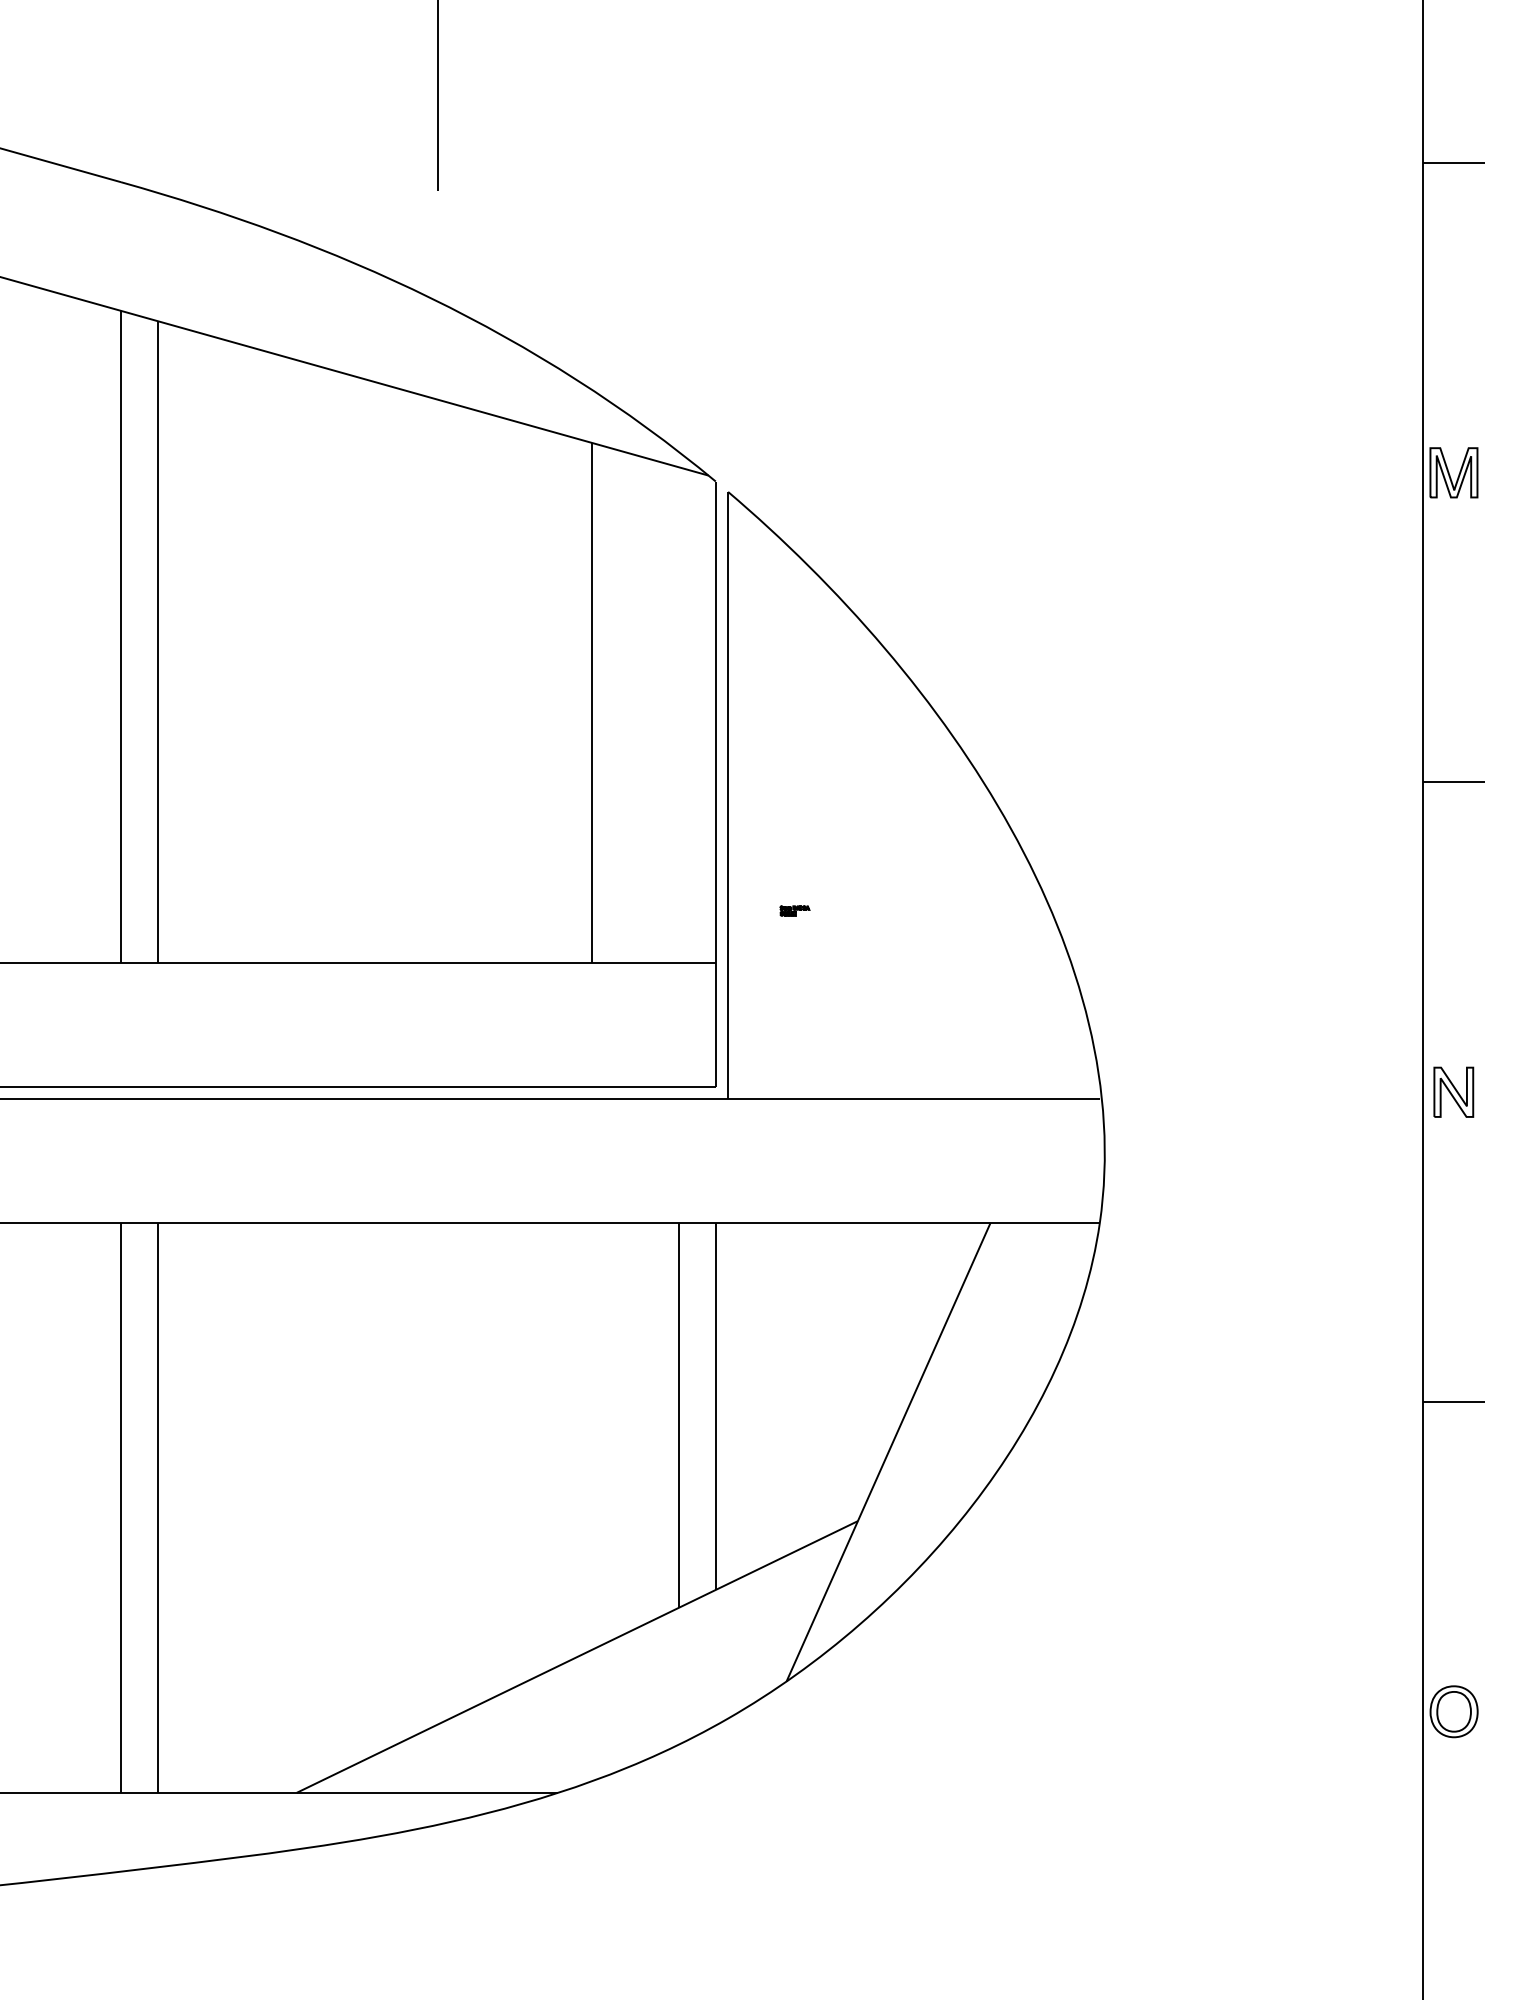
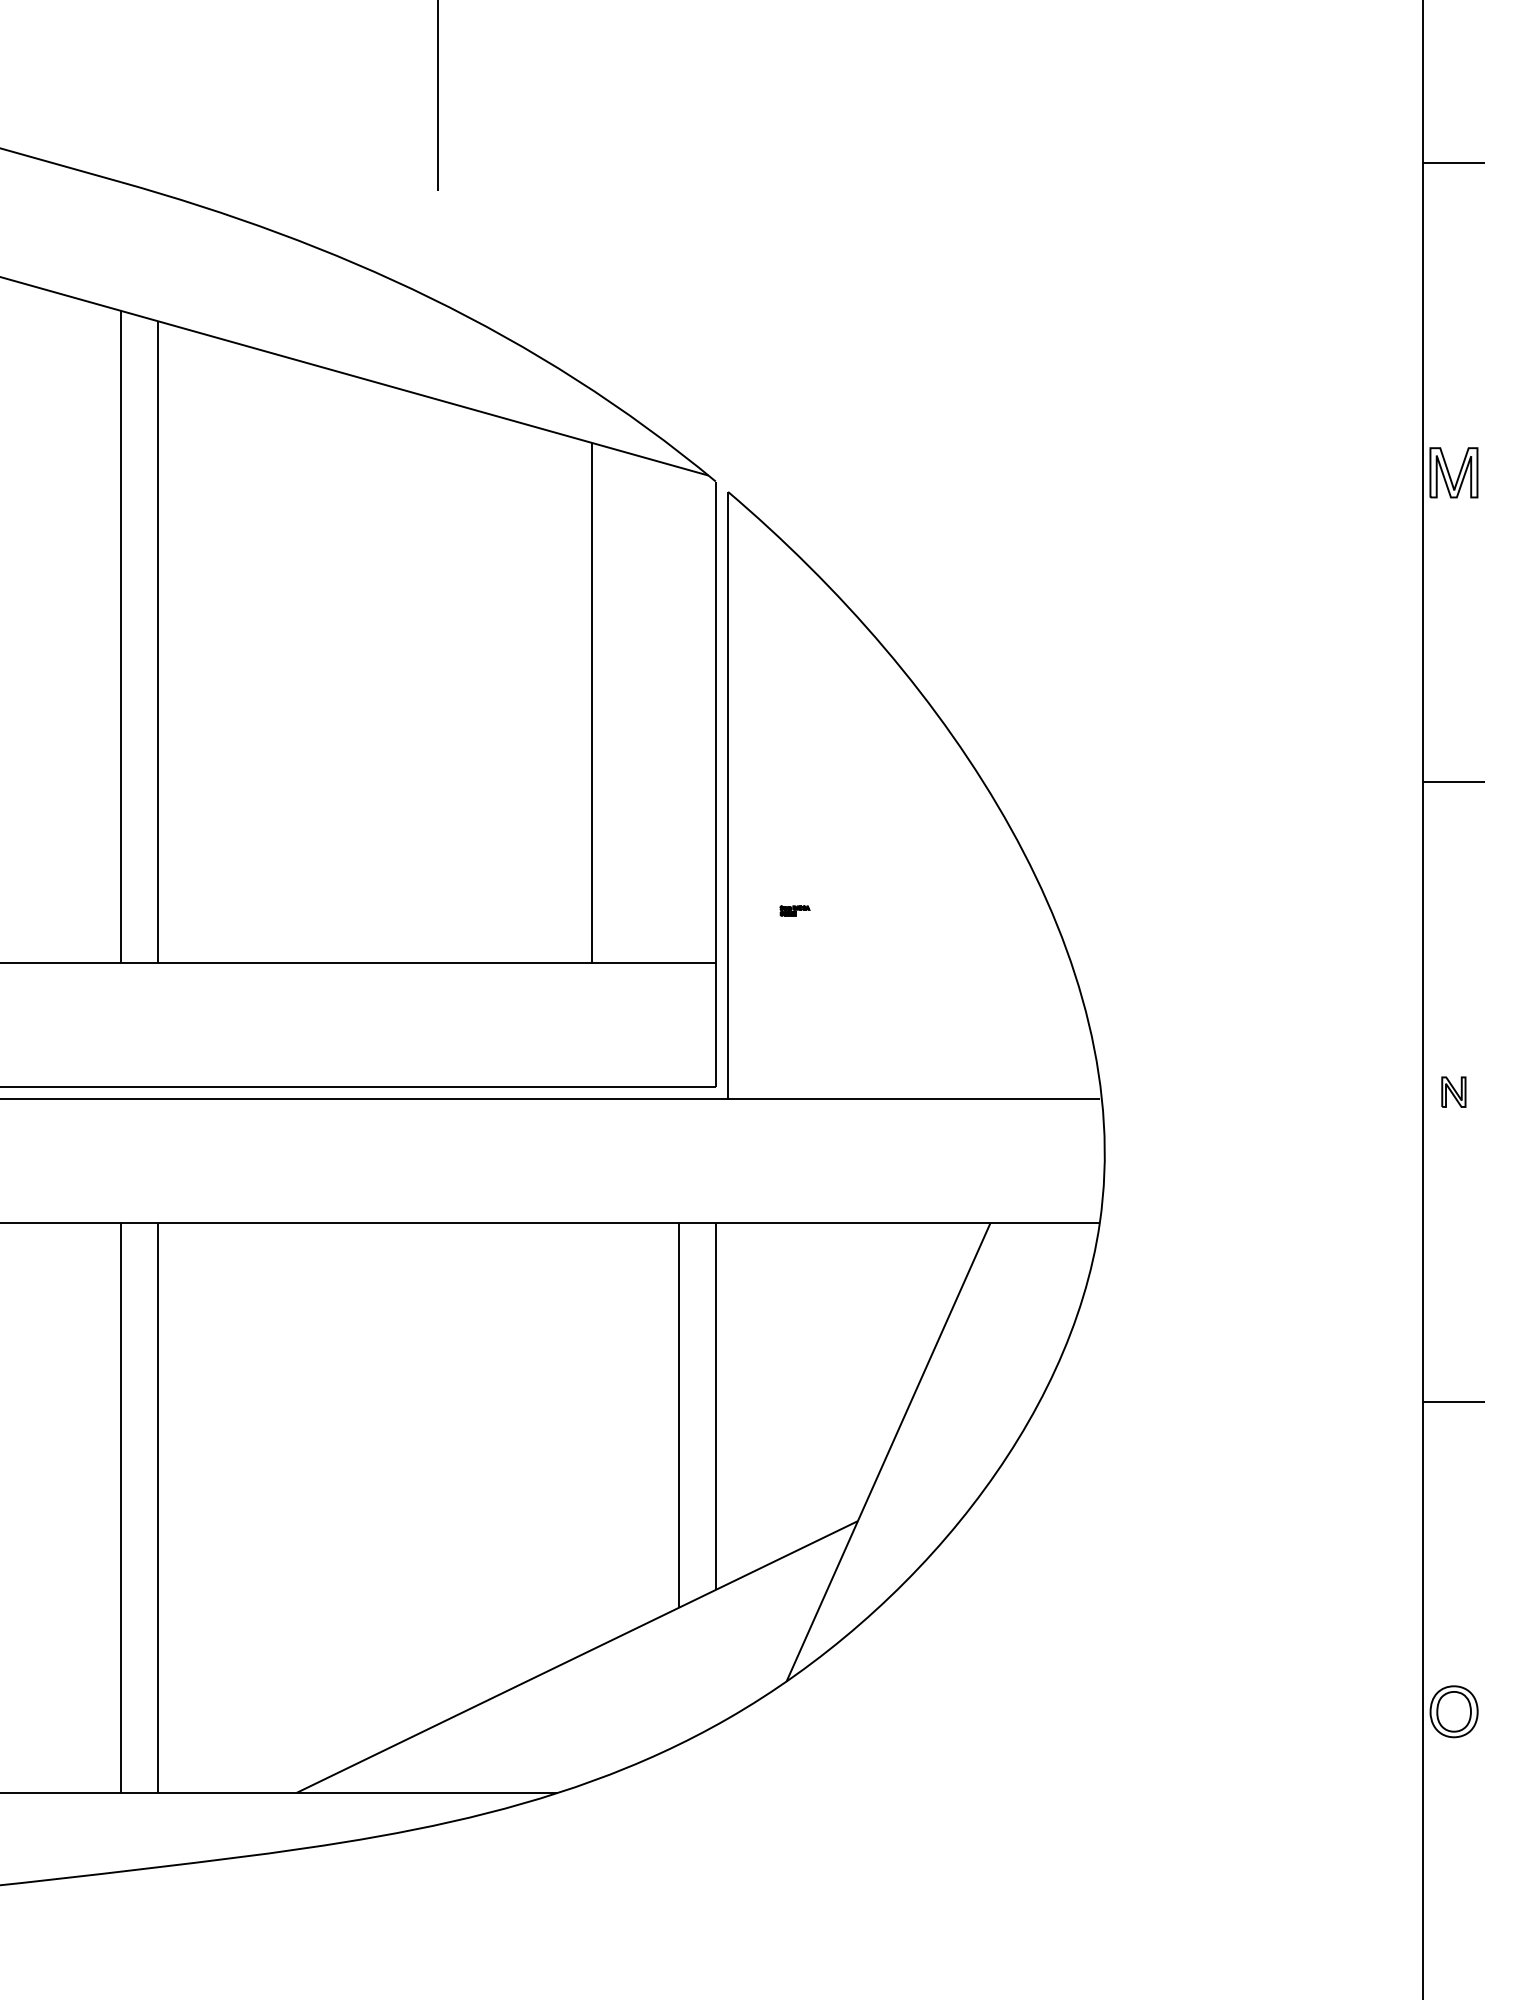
part at (1453, 1091) size: 42x52 px -> 26x32 px
